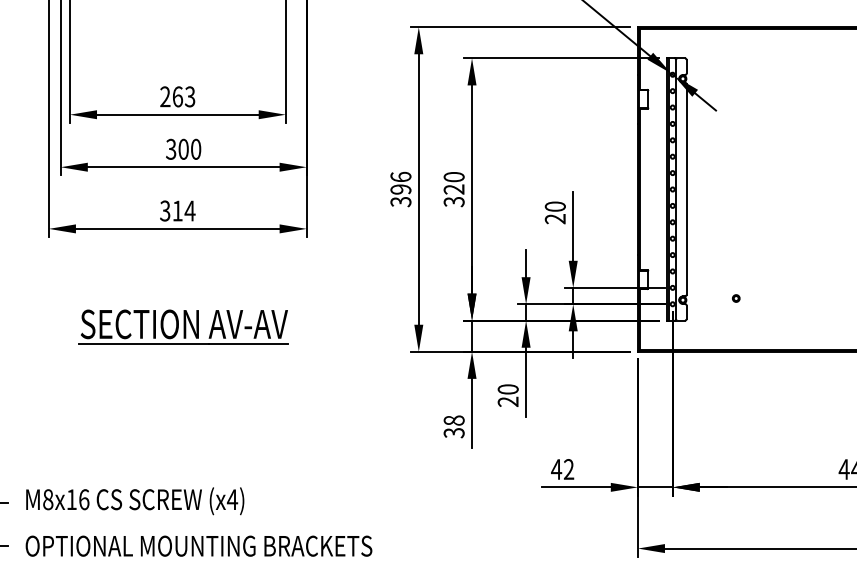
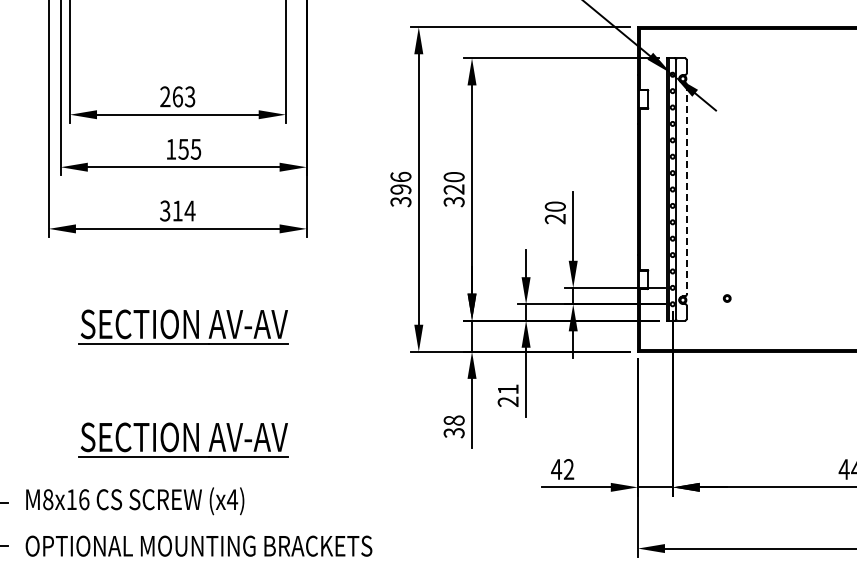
text at (183, 148): 300 -> 155
line at (686, 190): solid -> dashed
part at (735, 298) position: (735, 298) -> (726, 298)
text at (507, 389): 20 -> 21
part at (183, 439): none -> present
